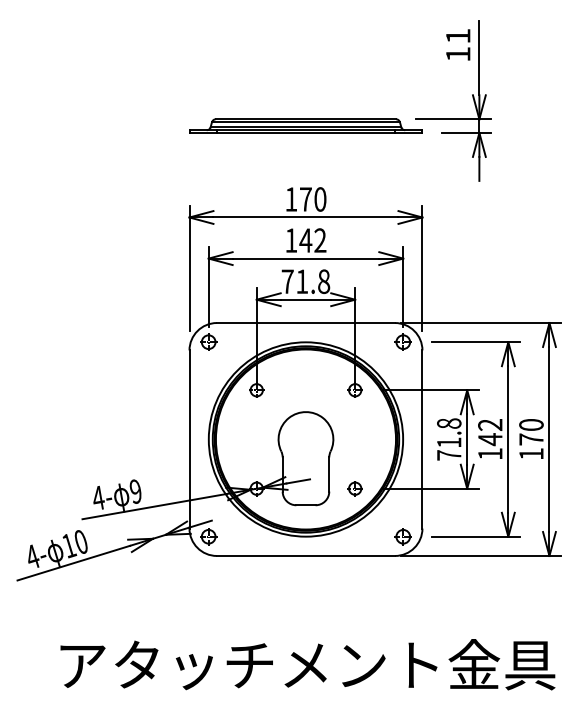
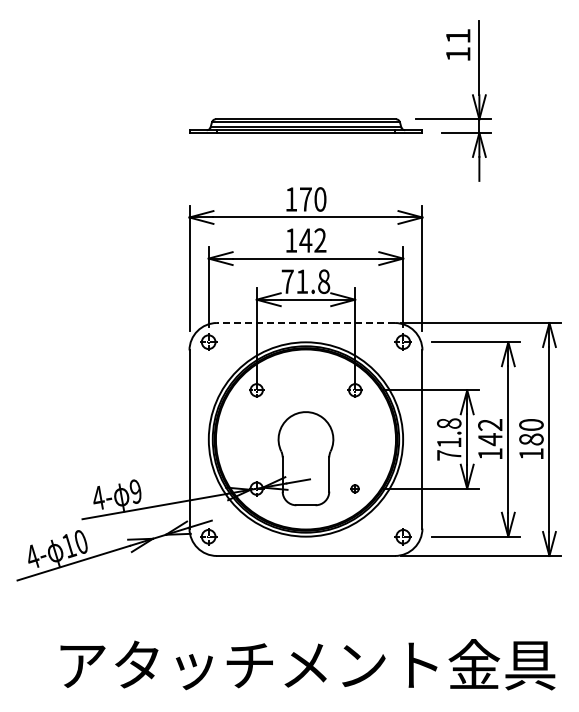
line at (305, 323): solid -> dashed
text at (531, 439): 170 -> 180
part at (354, 488) size: 16x16 px -> 10x10 px
